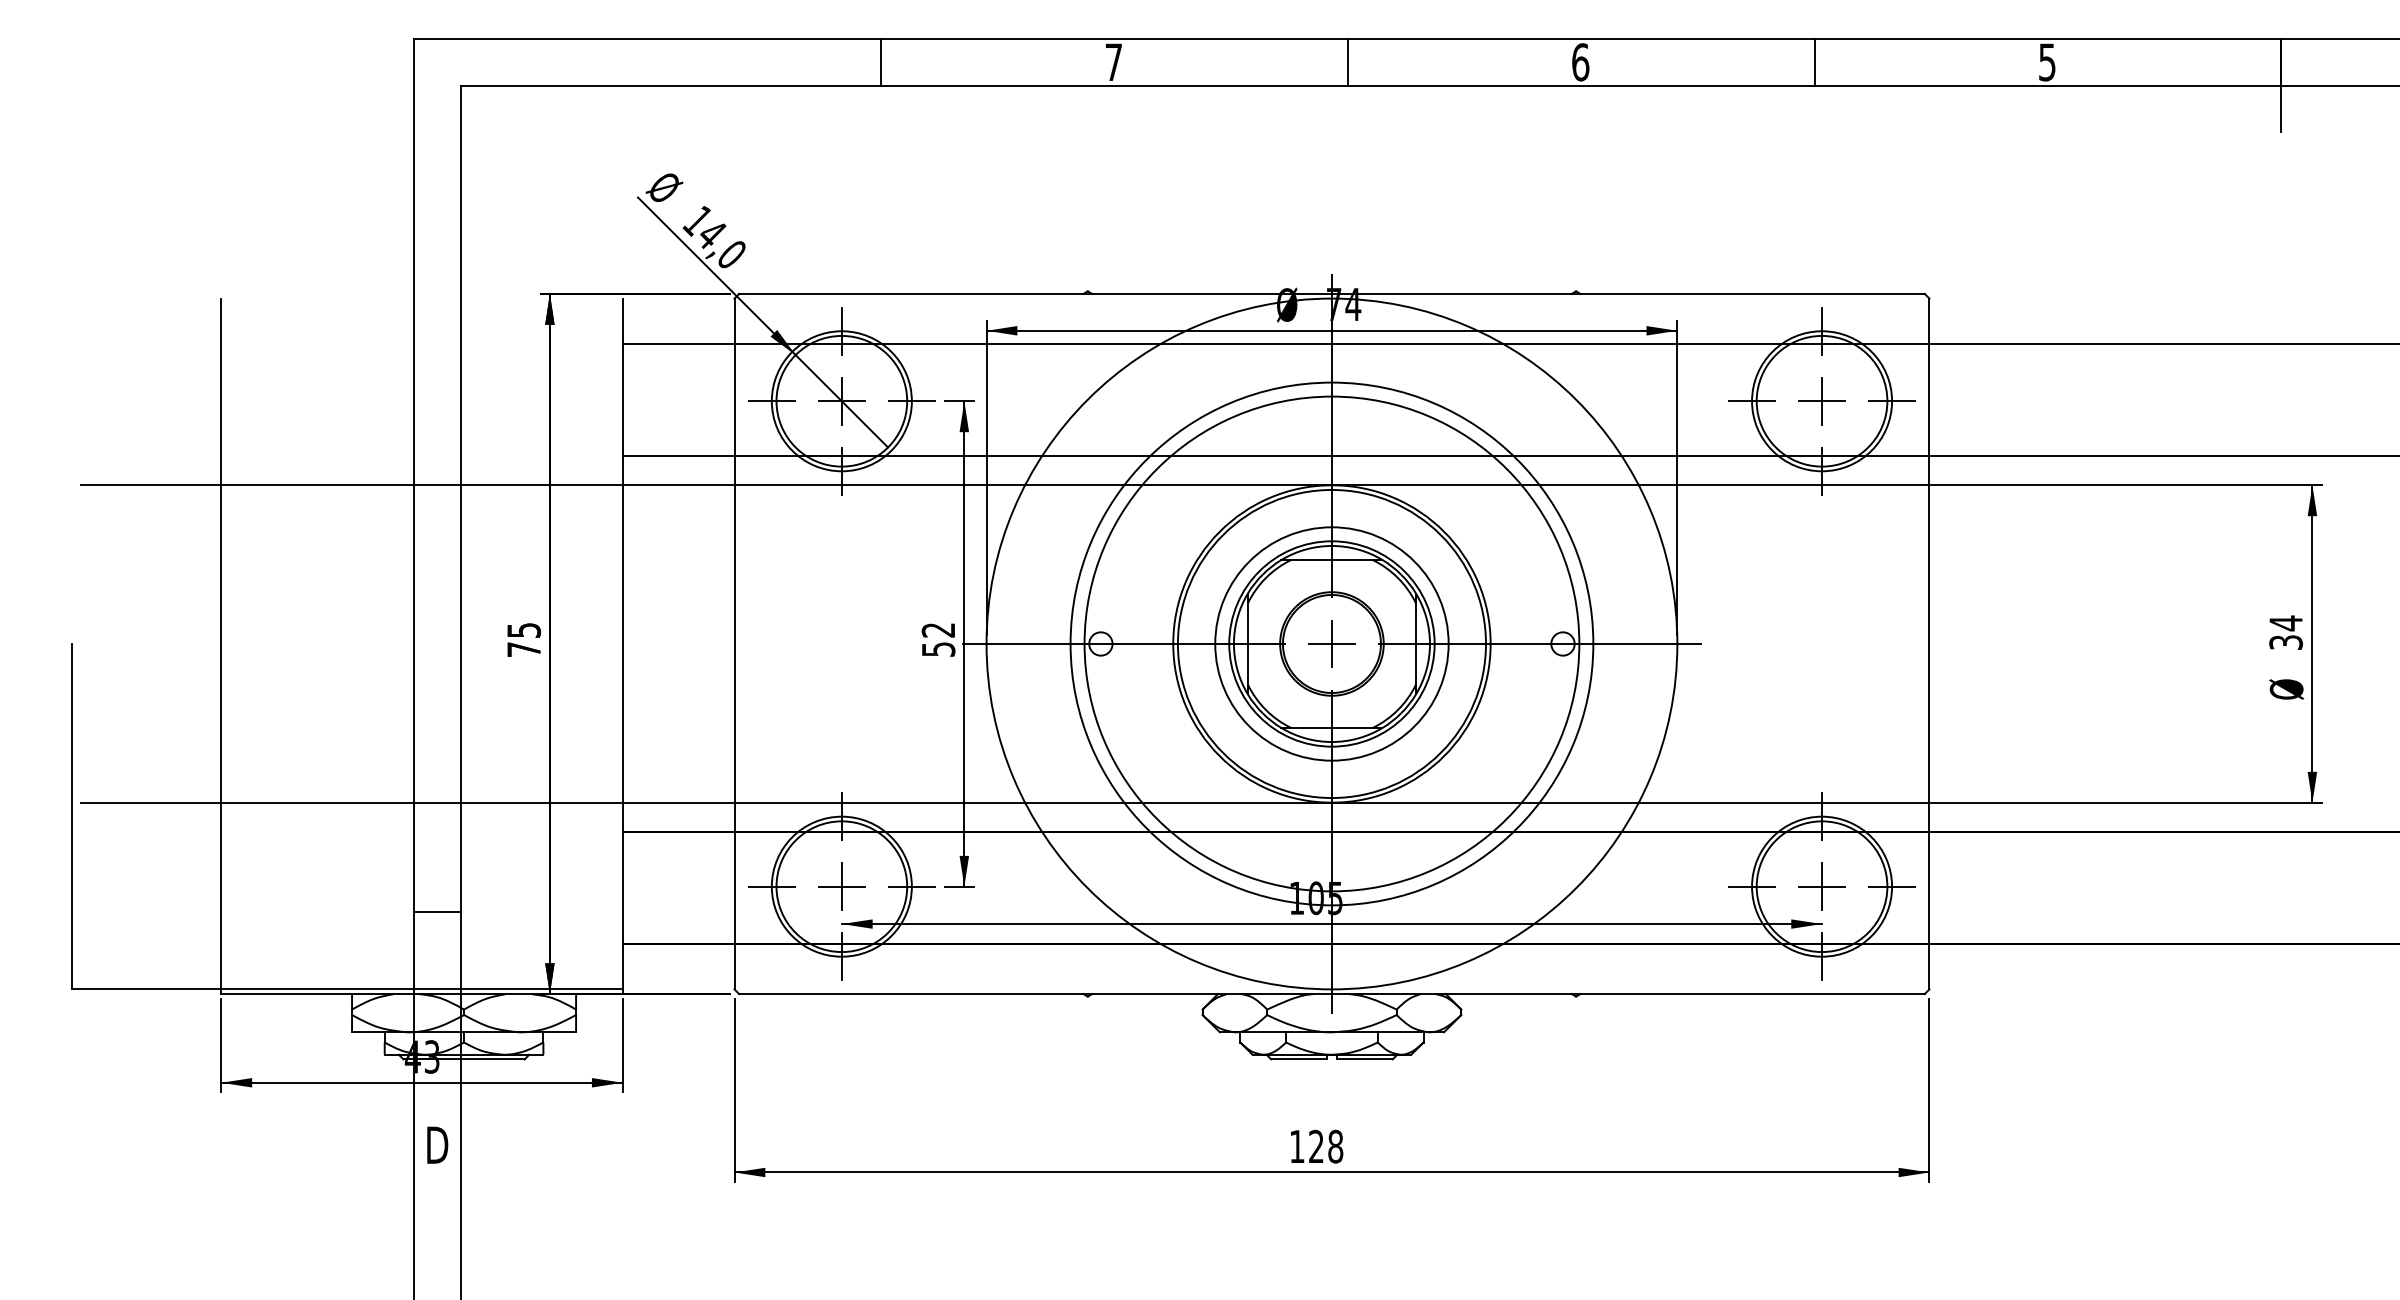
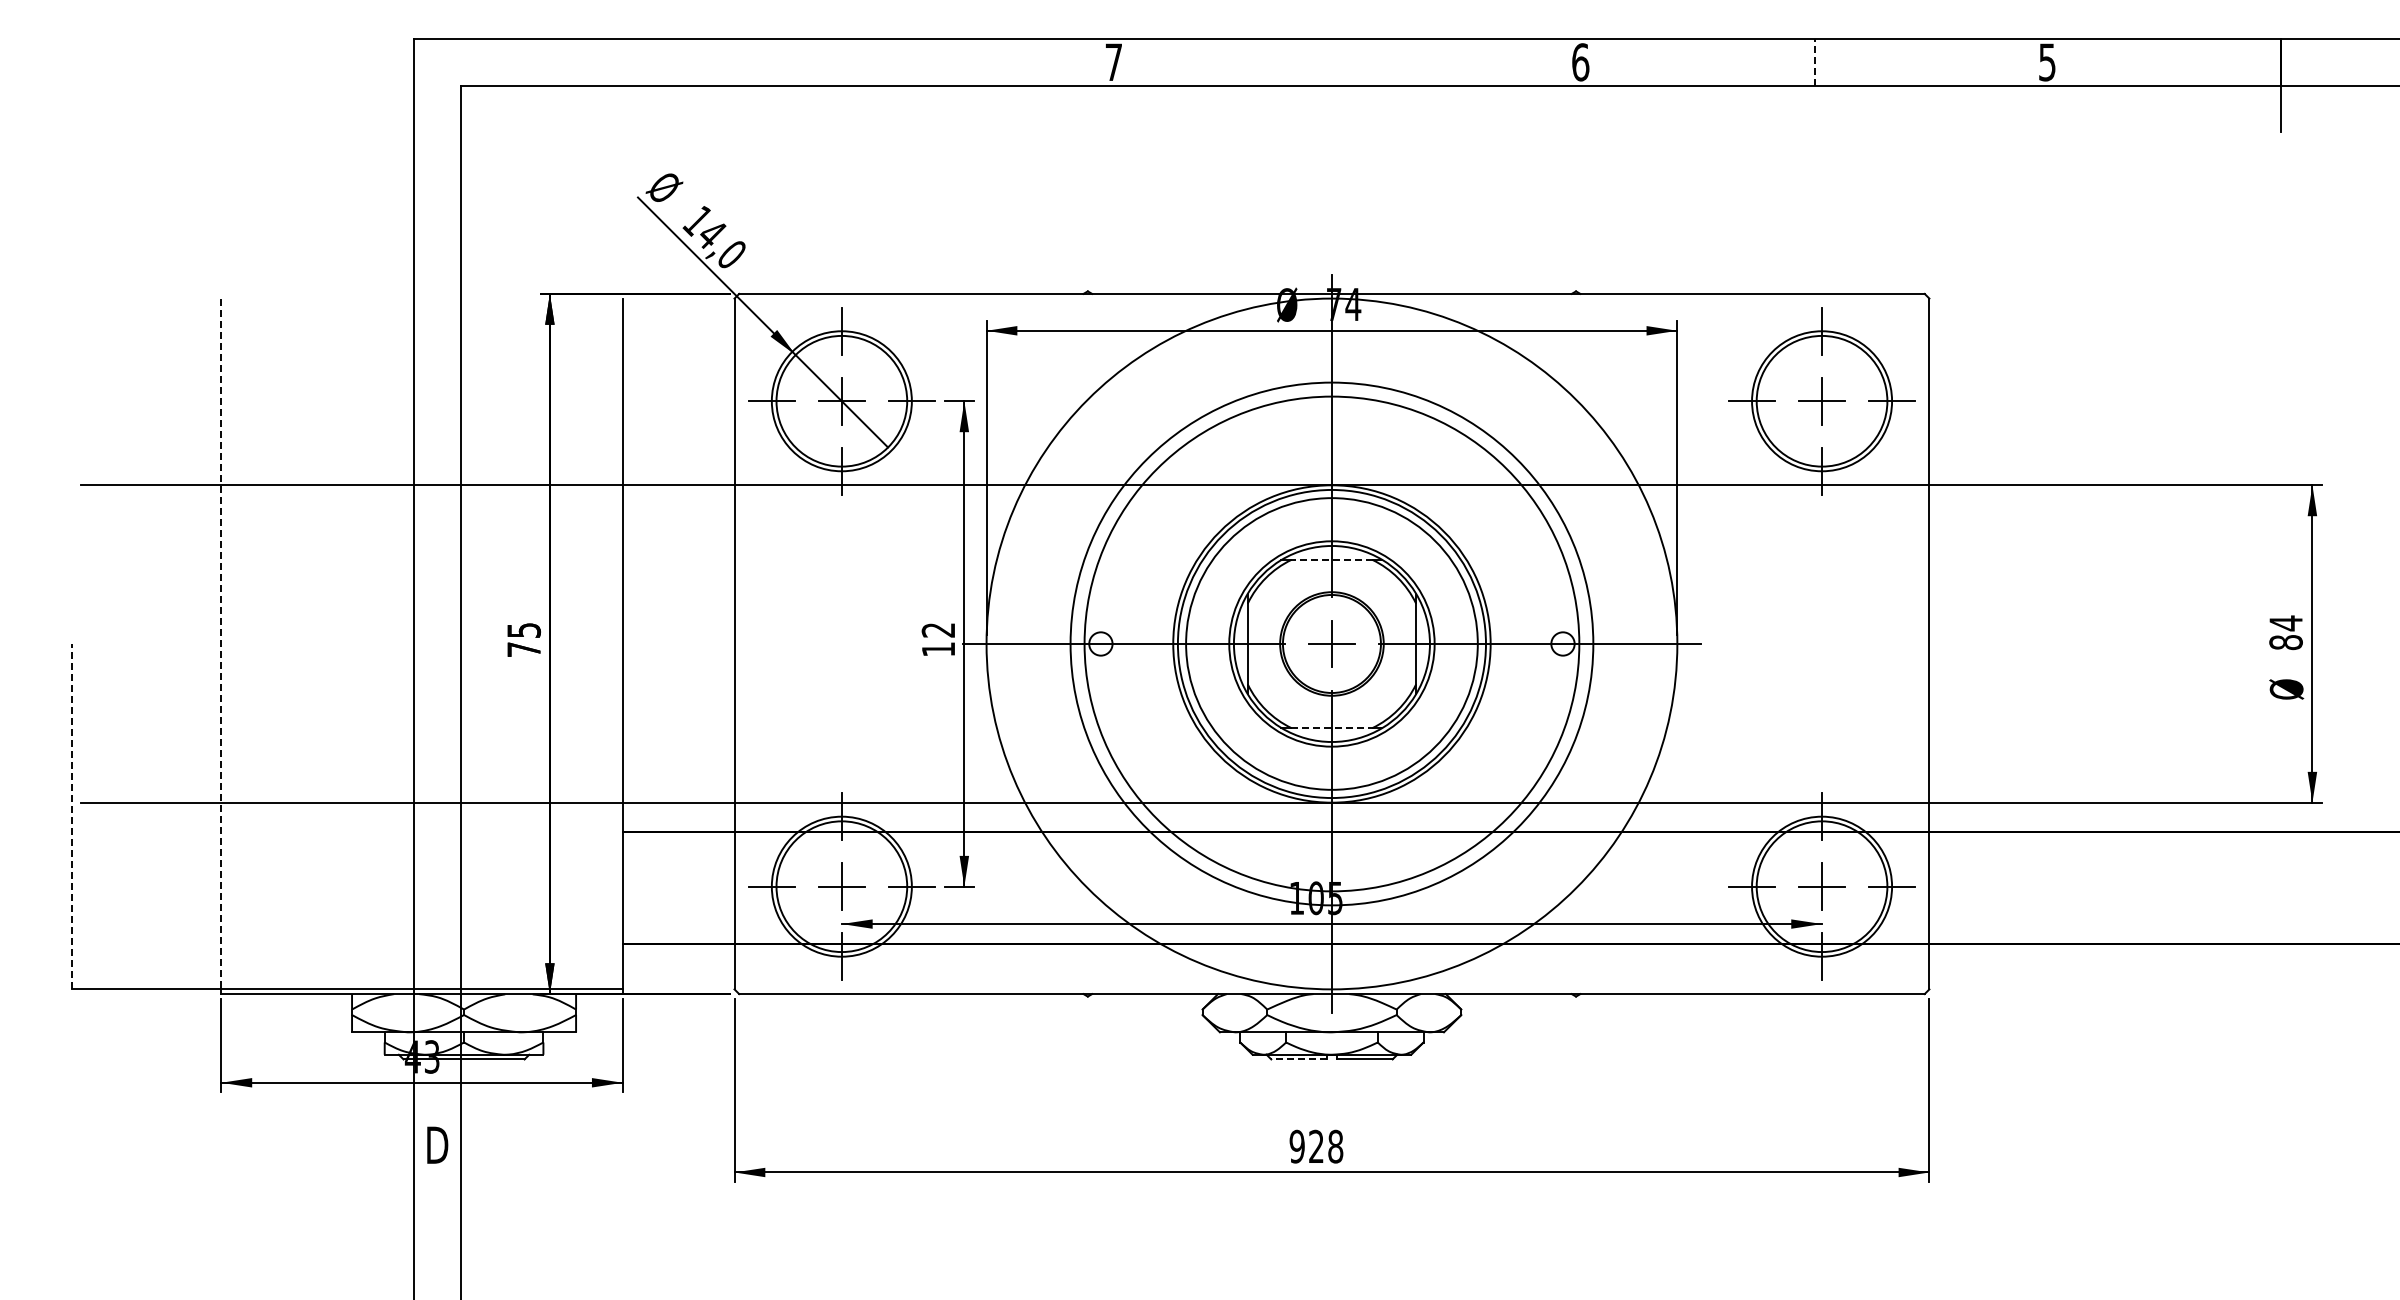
line at (880, 61): present -> none
line at (1347, 61): present -> none
line at (1814, 61): solid -> dashed
line at (1509, 343): present -> none
line at (1509, 455): present -> none
line at (1331, 559): solid -> dashed
text at (2285, 642): 34 -> 84
circle at (1331, 643) diameter: 233 px -> 292 px
line at (221, 644): solid -> dashed
text at (938, 649): 52 -> 12
line at (1331, 728): solid -> dashed
line at (71, 816): solid -> dashed
line at (437, 911): present -> none
line at (1298, 1059): solid -> dashed
text at (1296, 1146): 128 -> 928
